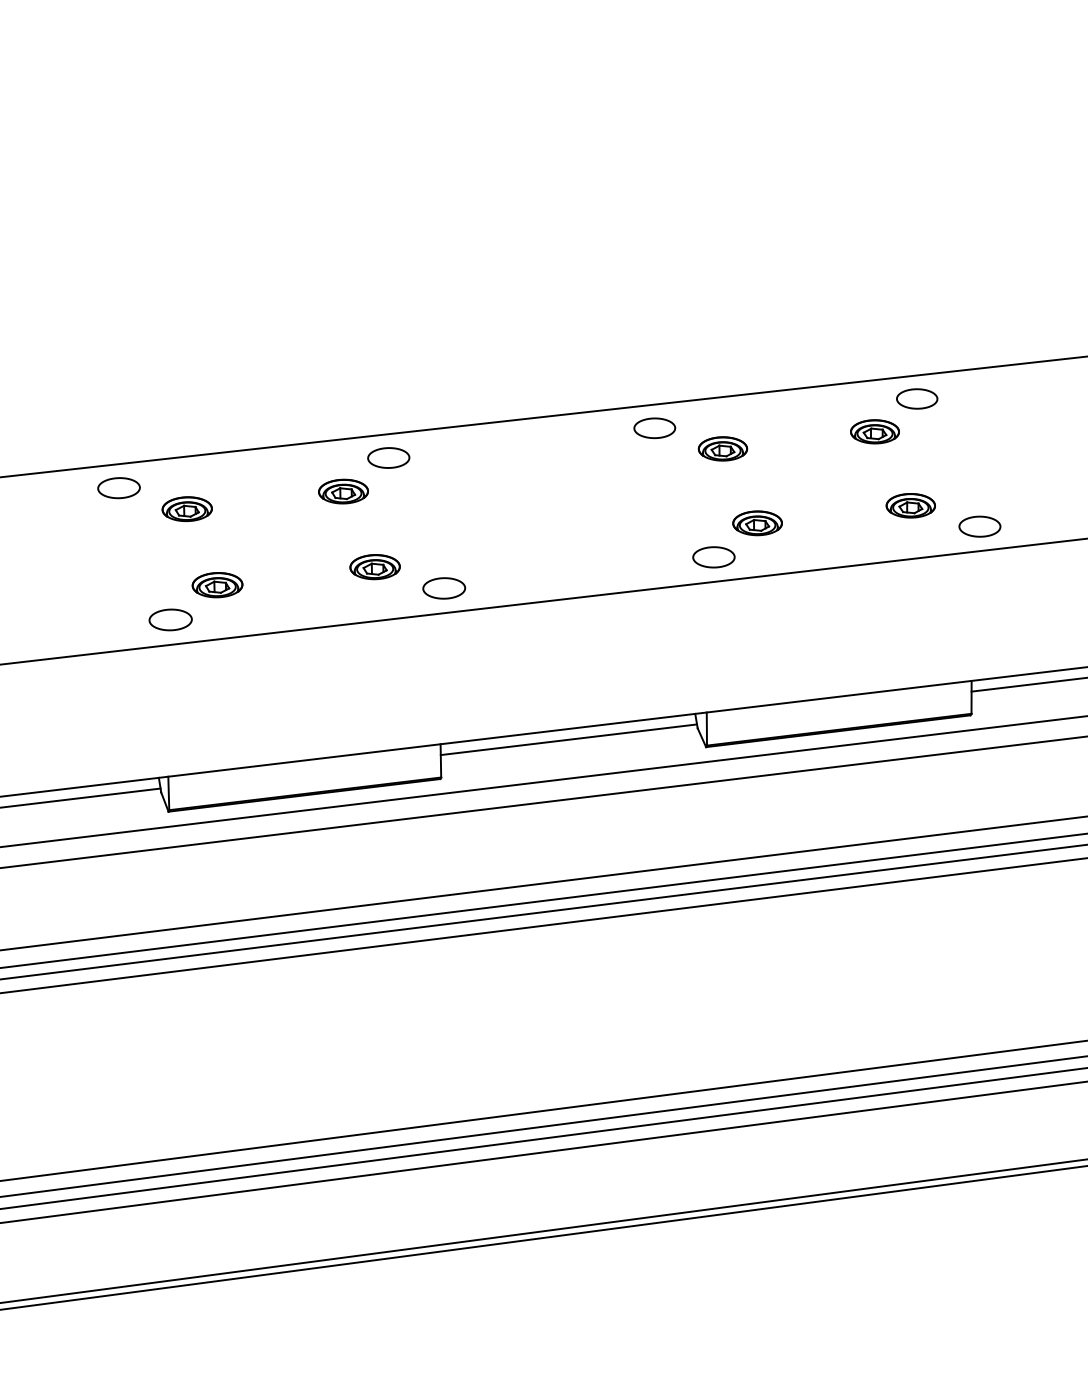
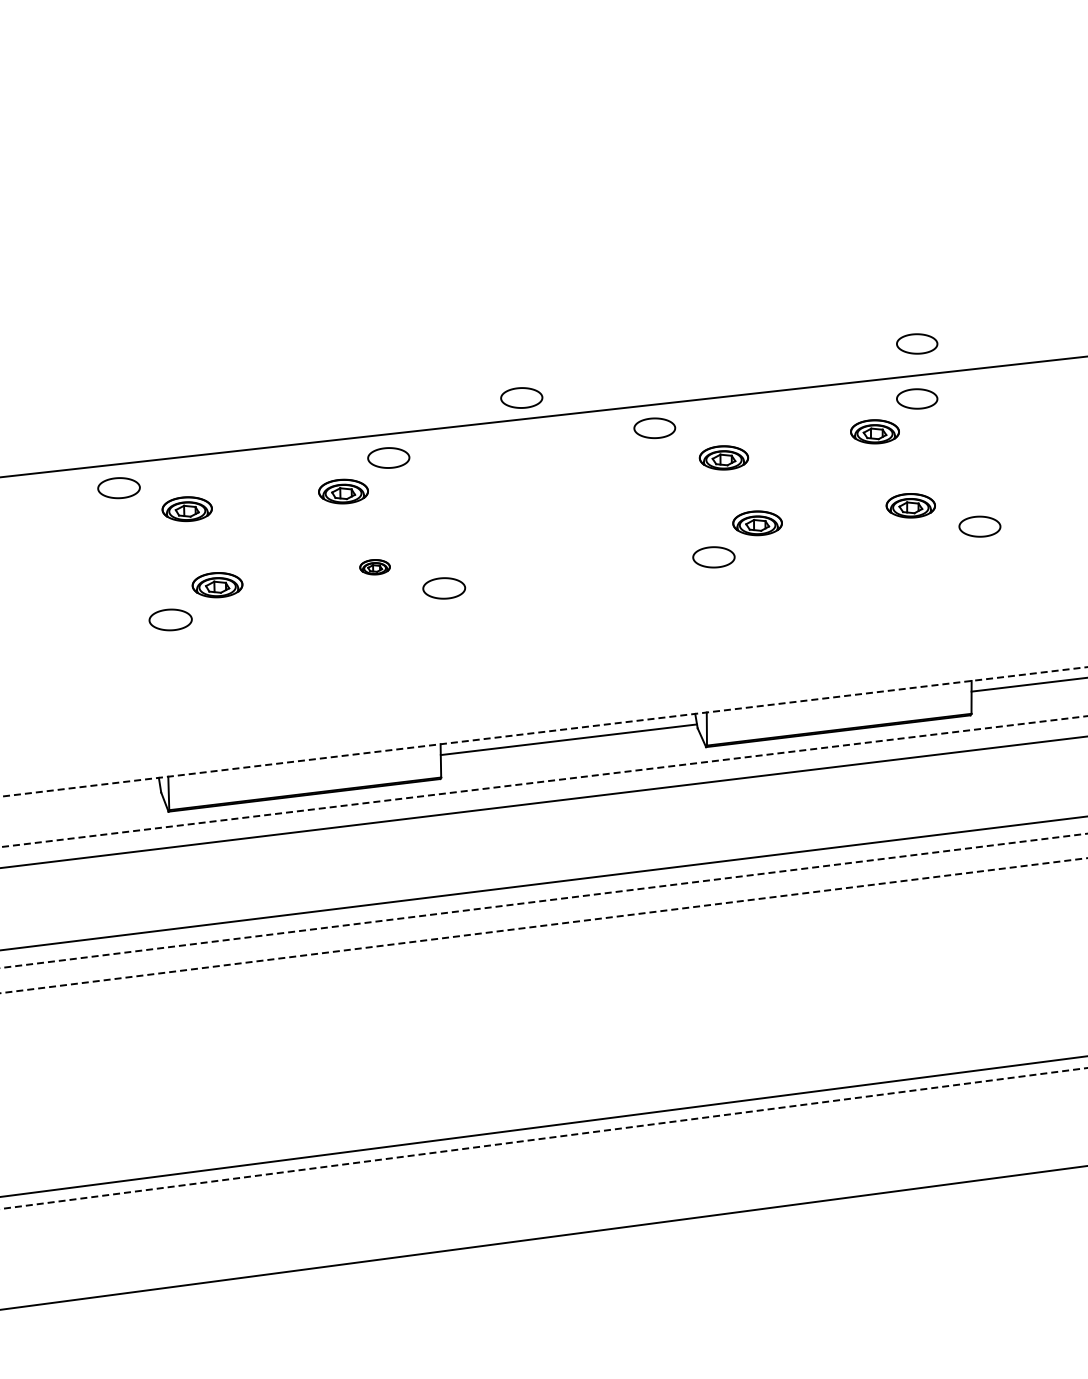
part at (917, 343): none -> present
part at (521, 397): none -> present
part at (722, 448) position: (722, 448) -> (723, 457)
part at (374, 567) size: 52x27 px -> 32x17 px
line at (543, 601): present -> none
line at (543, 732): solid -> dashed
line at (545, 781): solid -> dashed
line at (81, 797): present -> none
line at (545, 900): solid -> dashed
line at (543, 912): present -> none
line at (543, 925): solid -> dashed
line at (543, 1110): present -> none
line at (543, 1138): solid -> dashed
line at (543, 1152): present -> none
line at (543, 1230): present -> none
